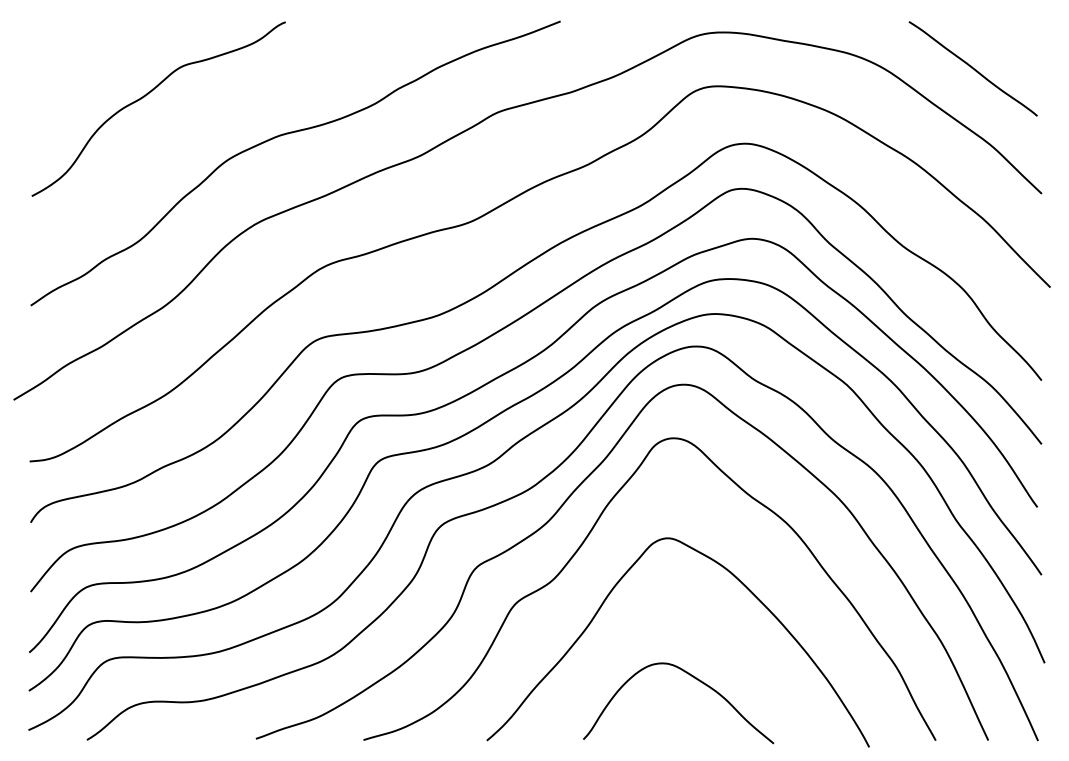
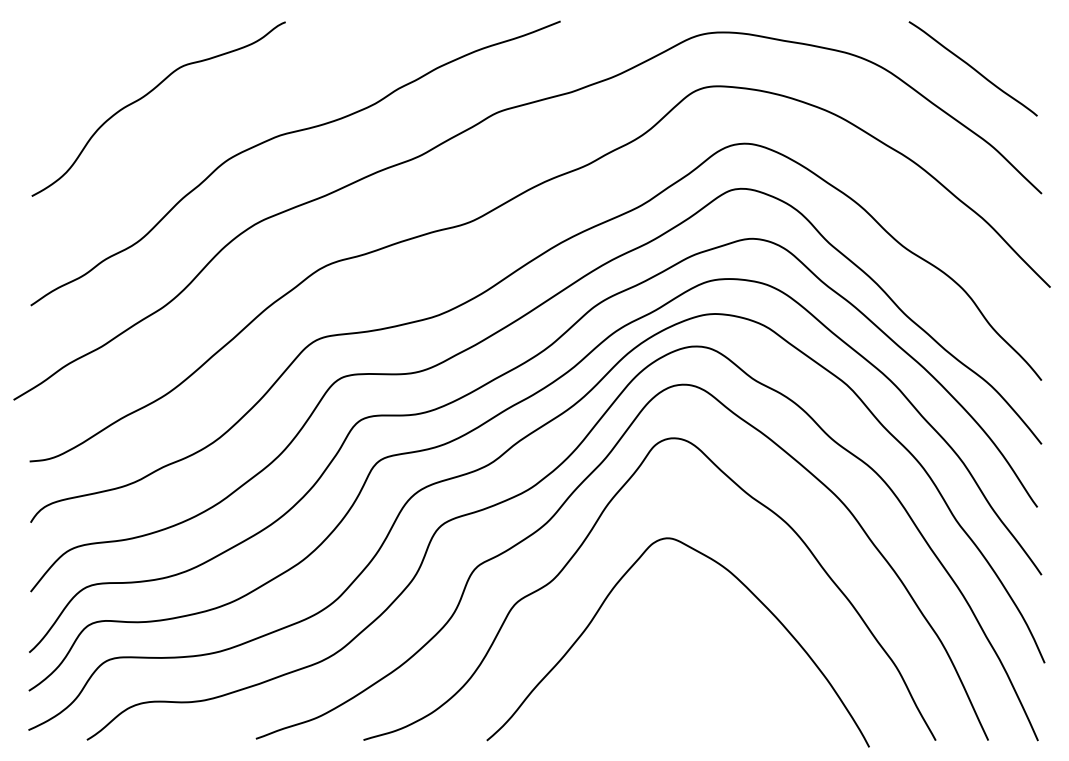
curve at (695, 679): present -> none
